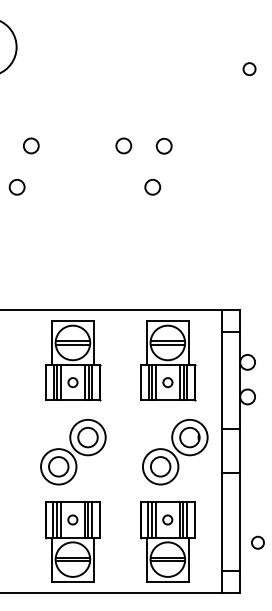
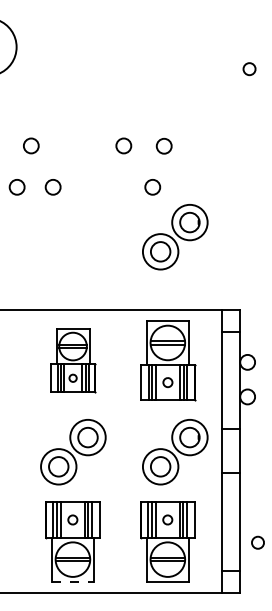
circle at (52, 187): none -> present
part at (175, 237): none -> present
part at (73, 360) size: 57x82 px -> 47x66 px
line at (72, 581): solid -> dashed
